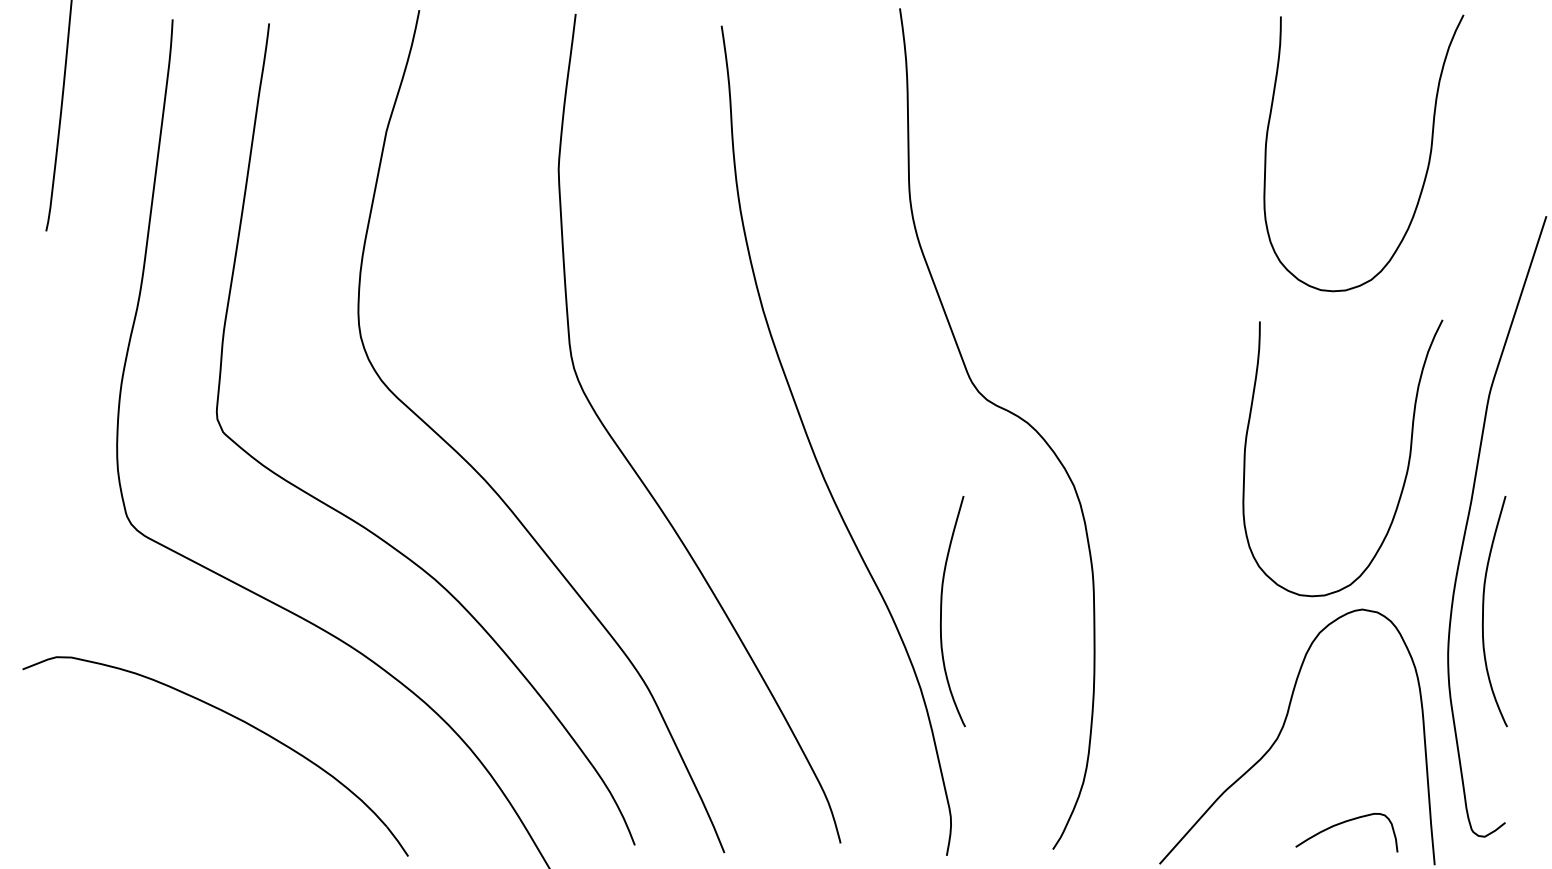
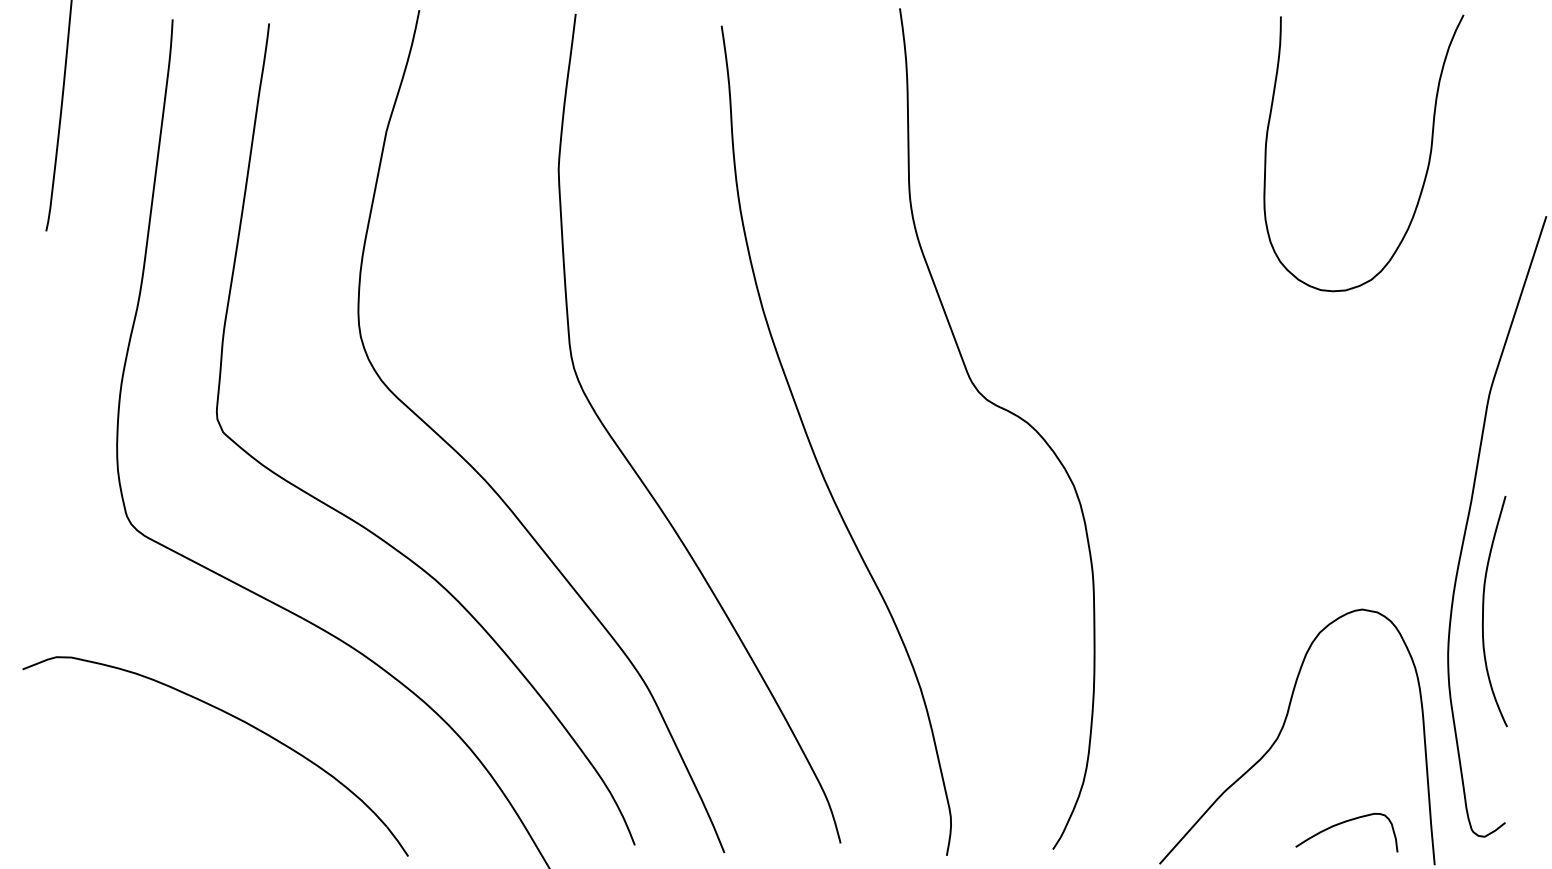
curve at (1406, 469): present -> none
curve at (941, 611): present -> none
